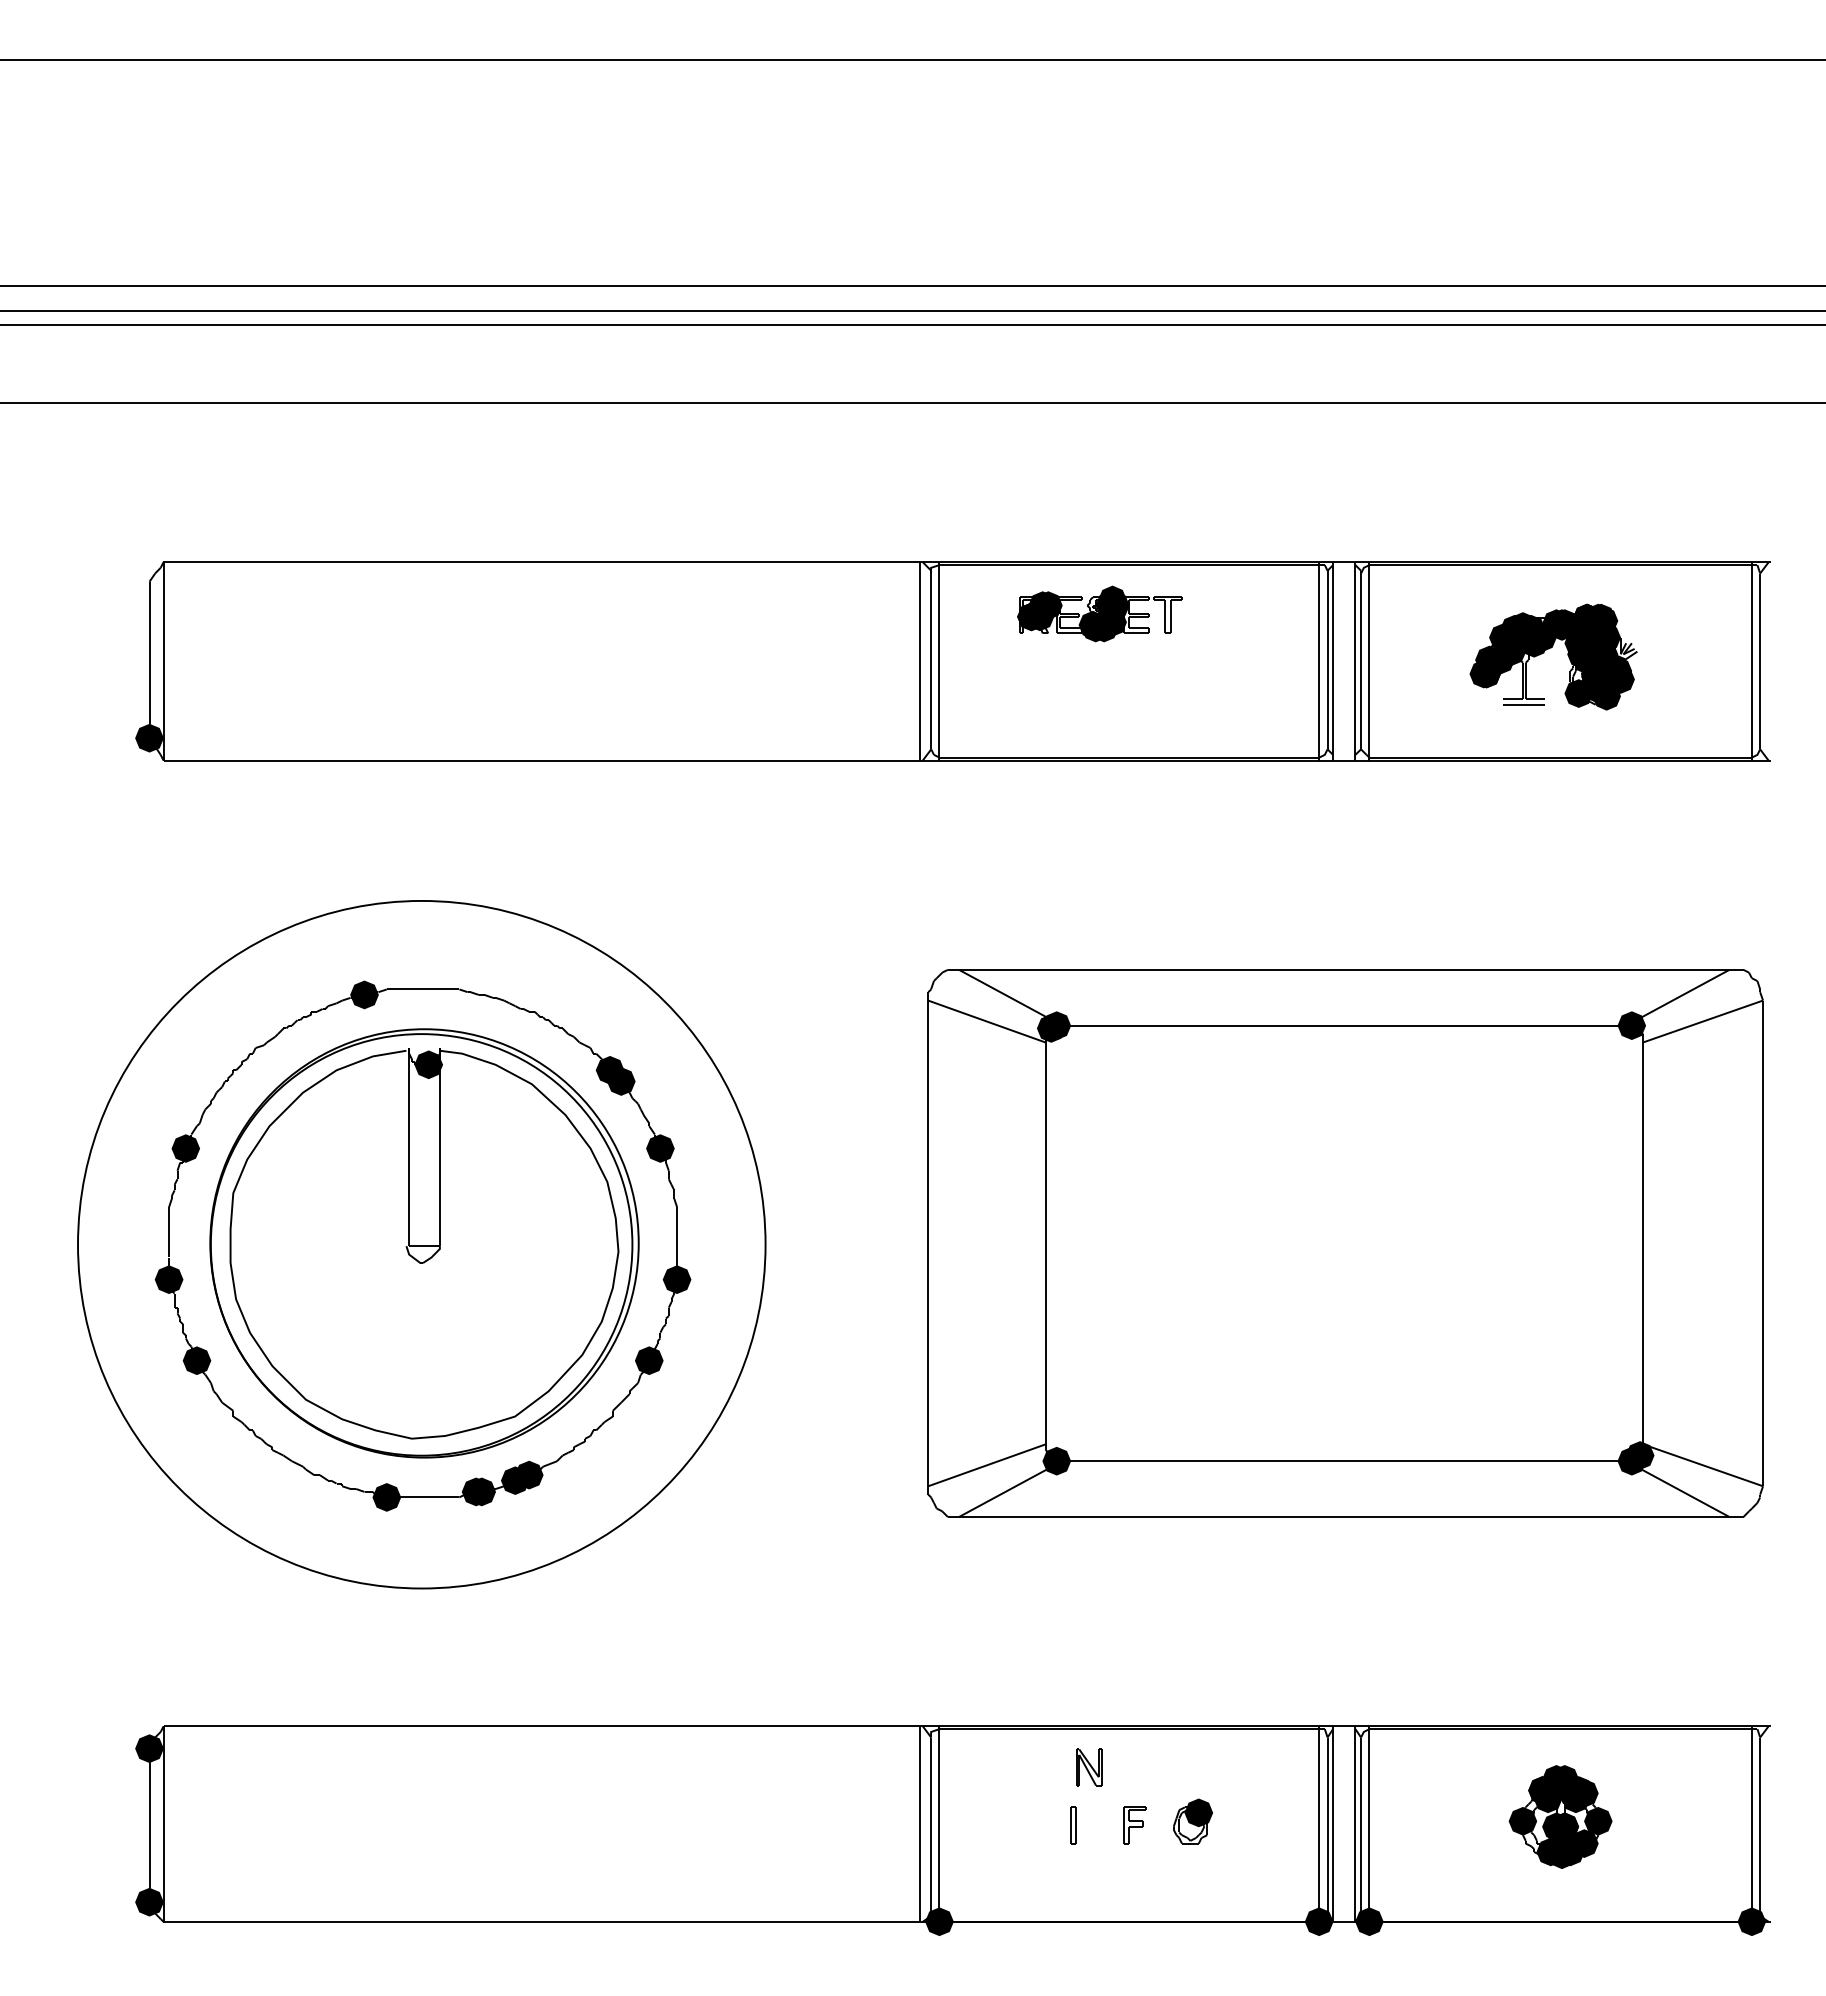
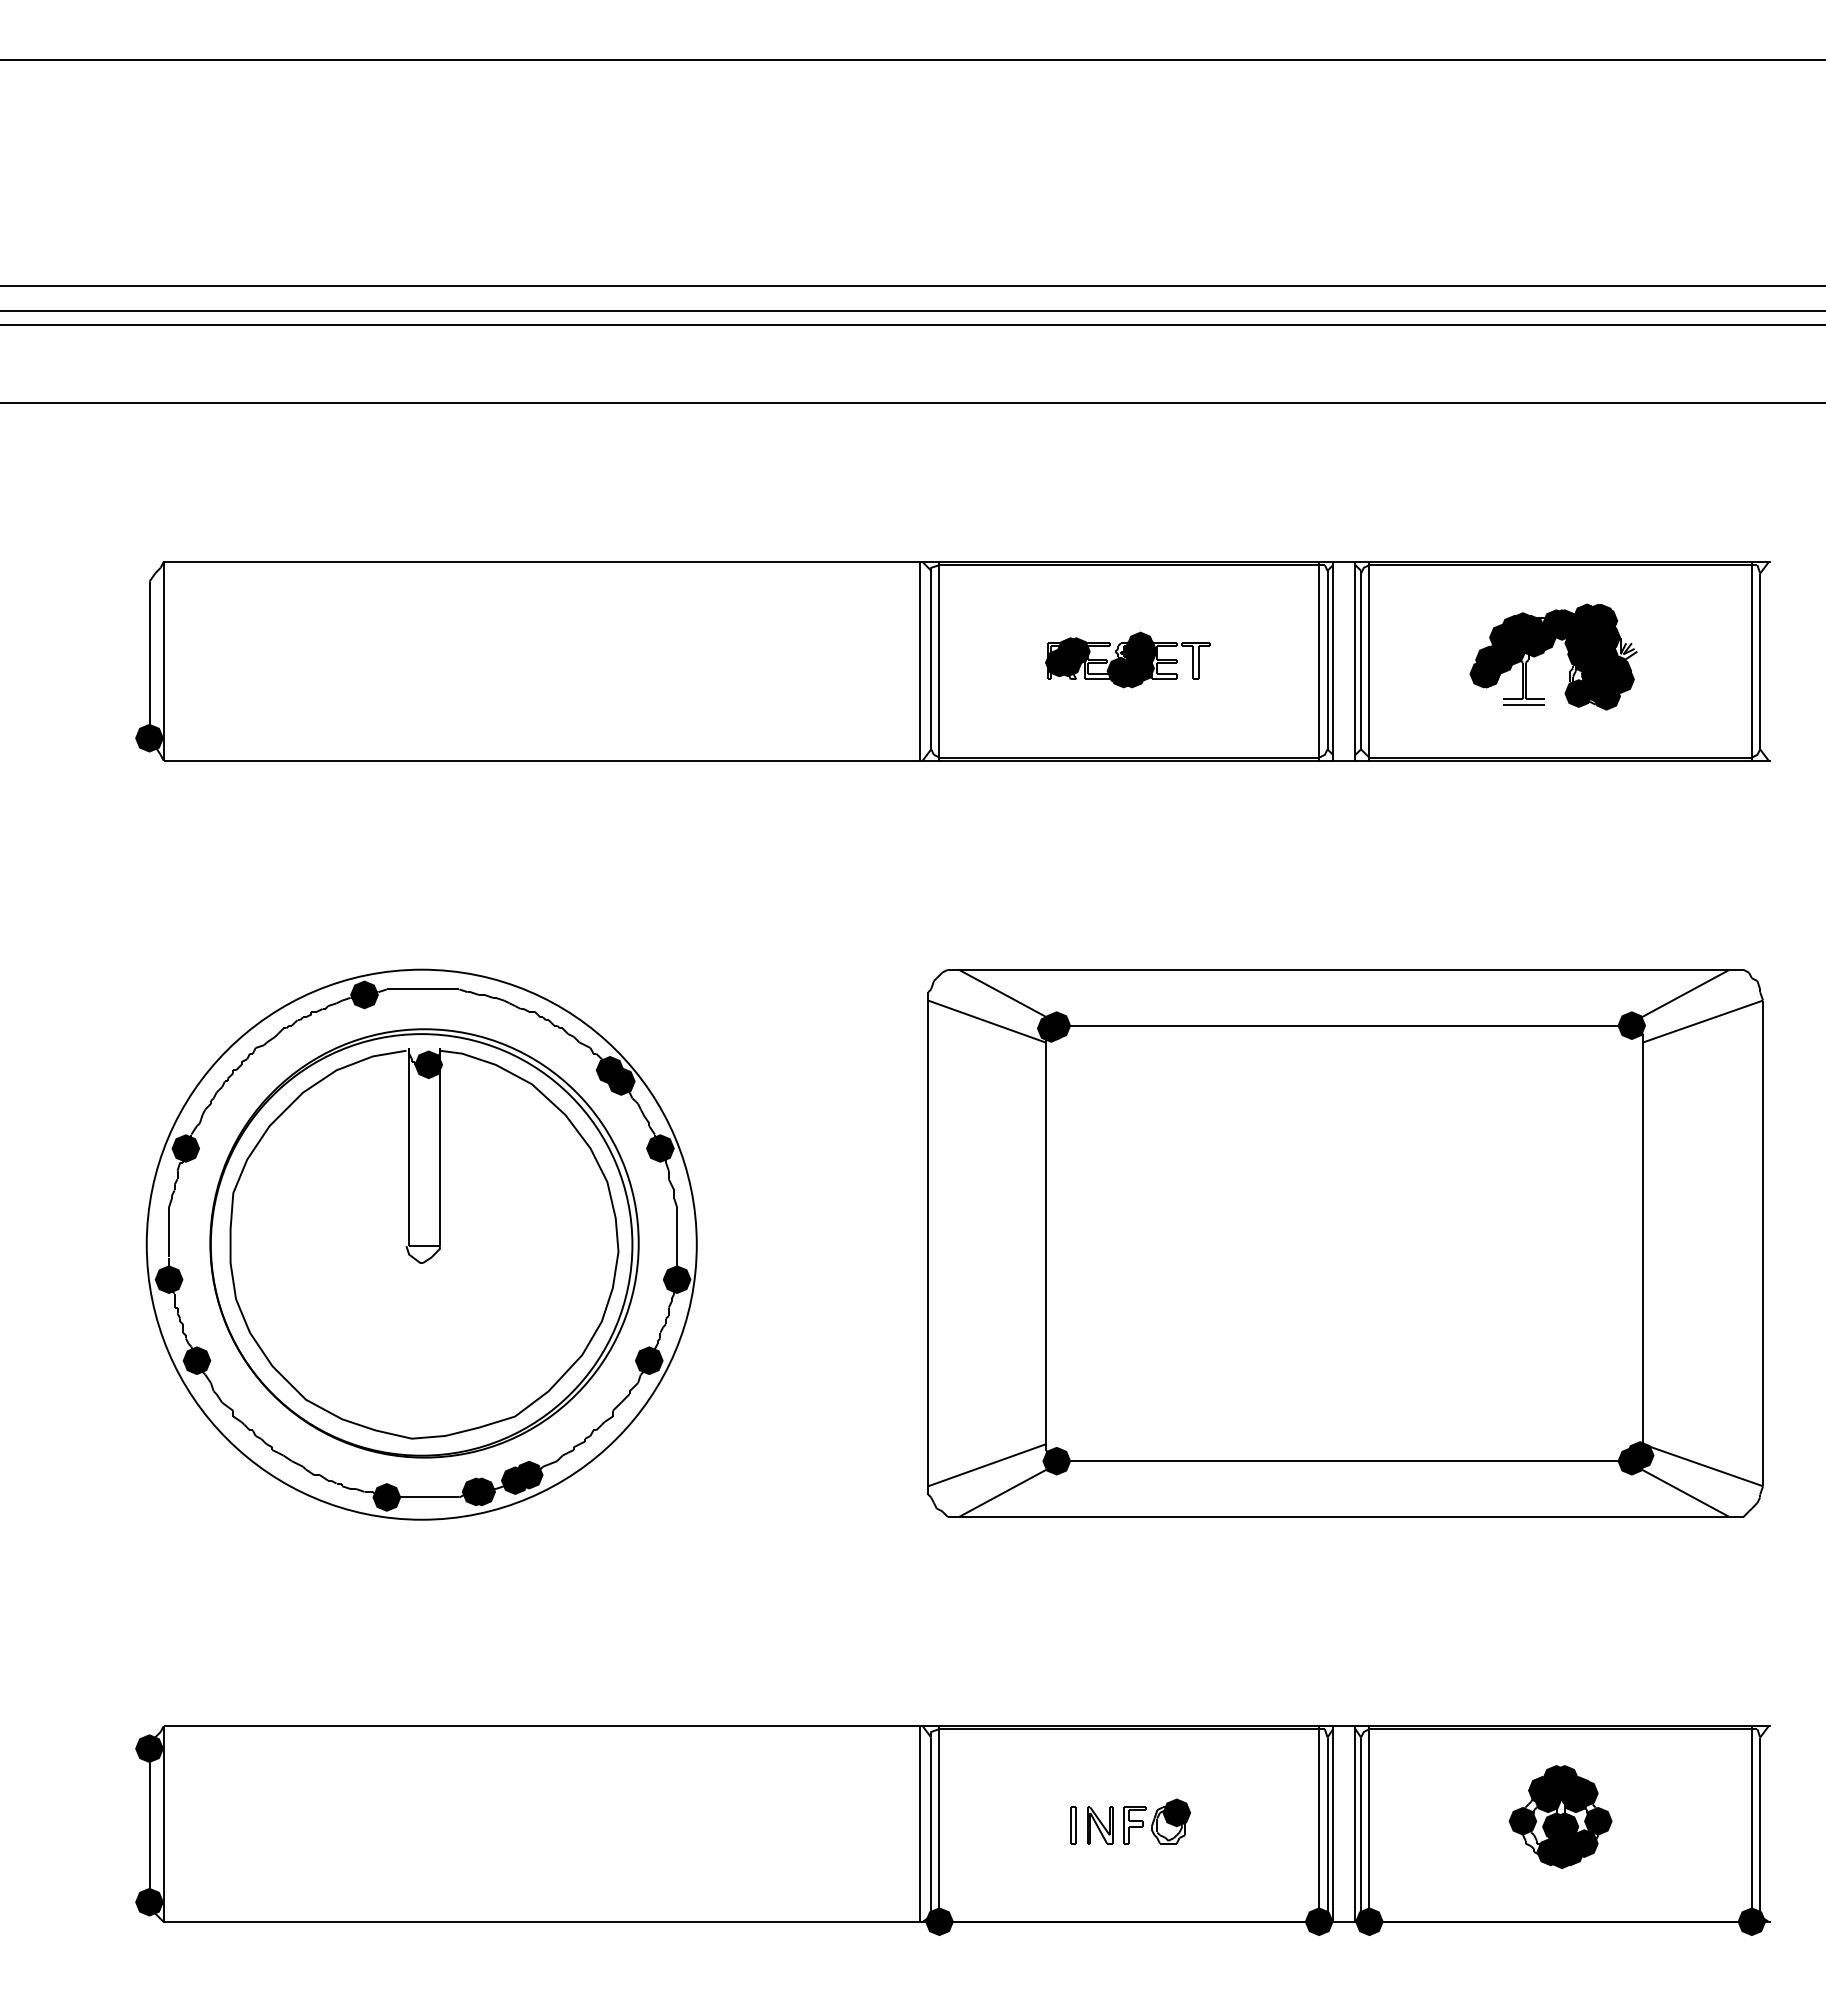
part at (1099, 613) position: (1099, 613) -> (1127, 659)
circle at (421, 1244) diameter: 688 px -> 550 px
part at (1089, 1767) position: (1089, 1767) -> (1100, 1825)
part at (1192, 1821) position: (1192, 1821) -> (1170, 1821)
